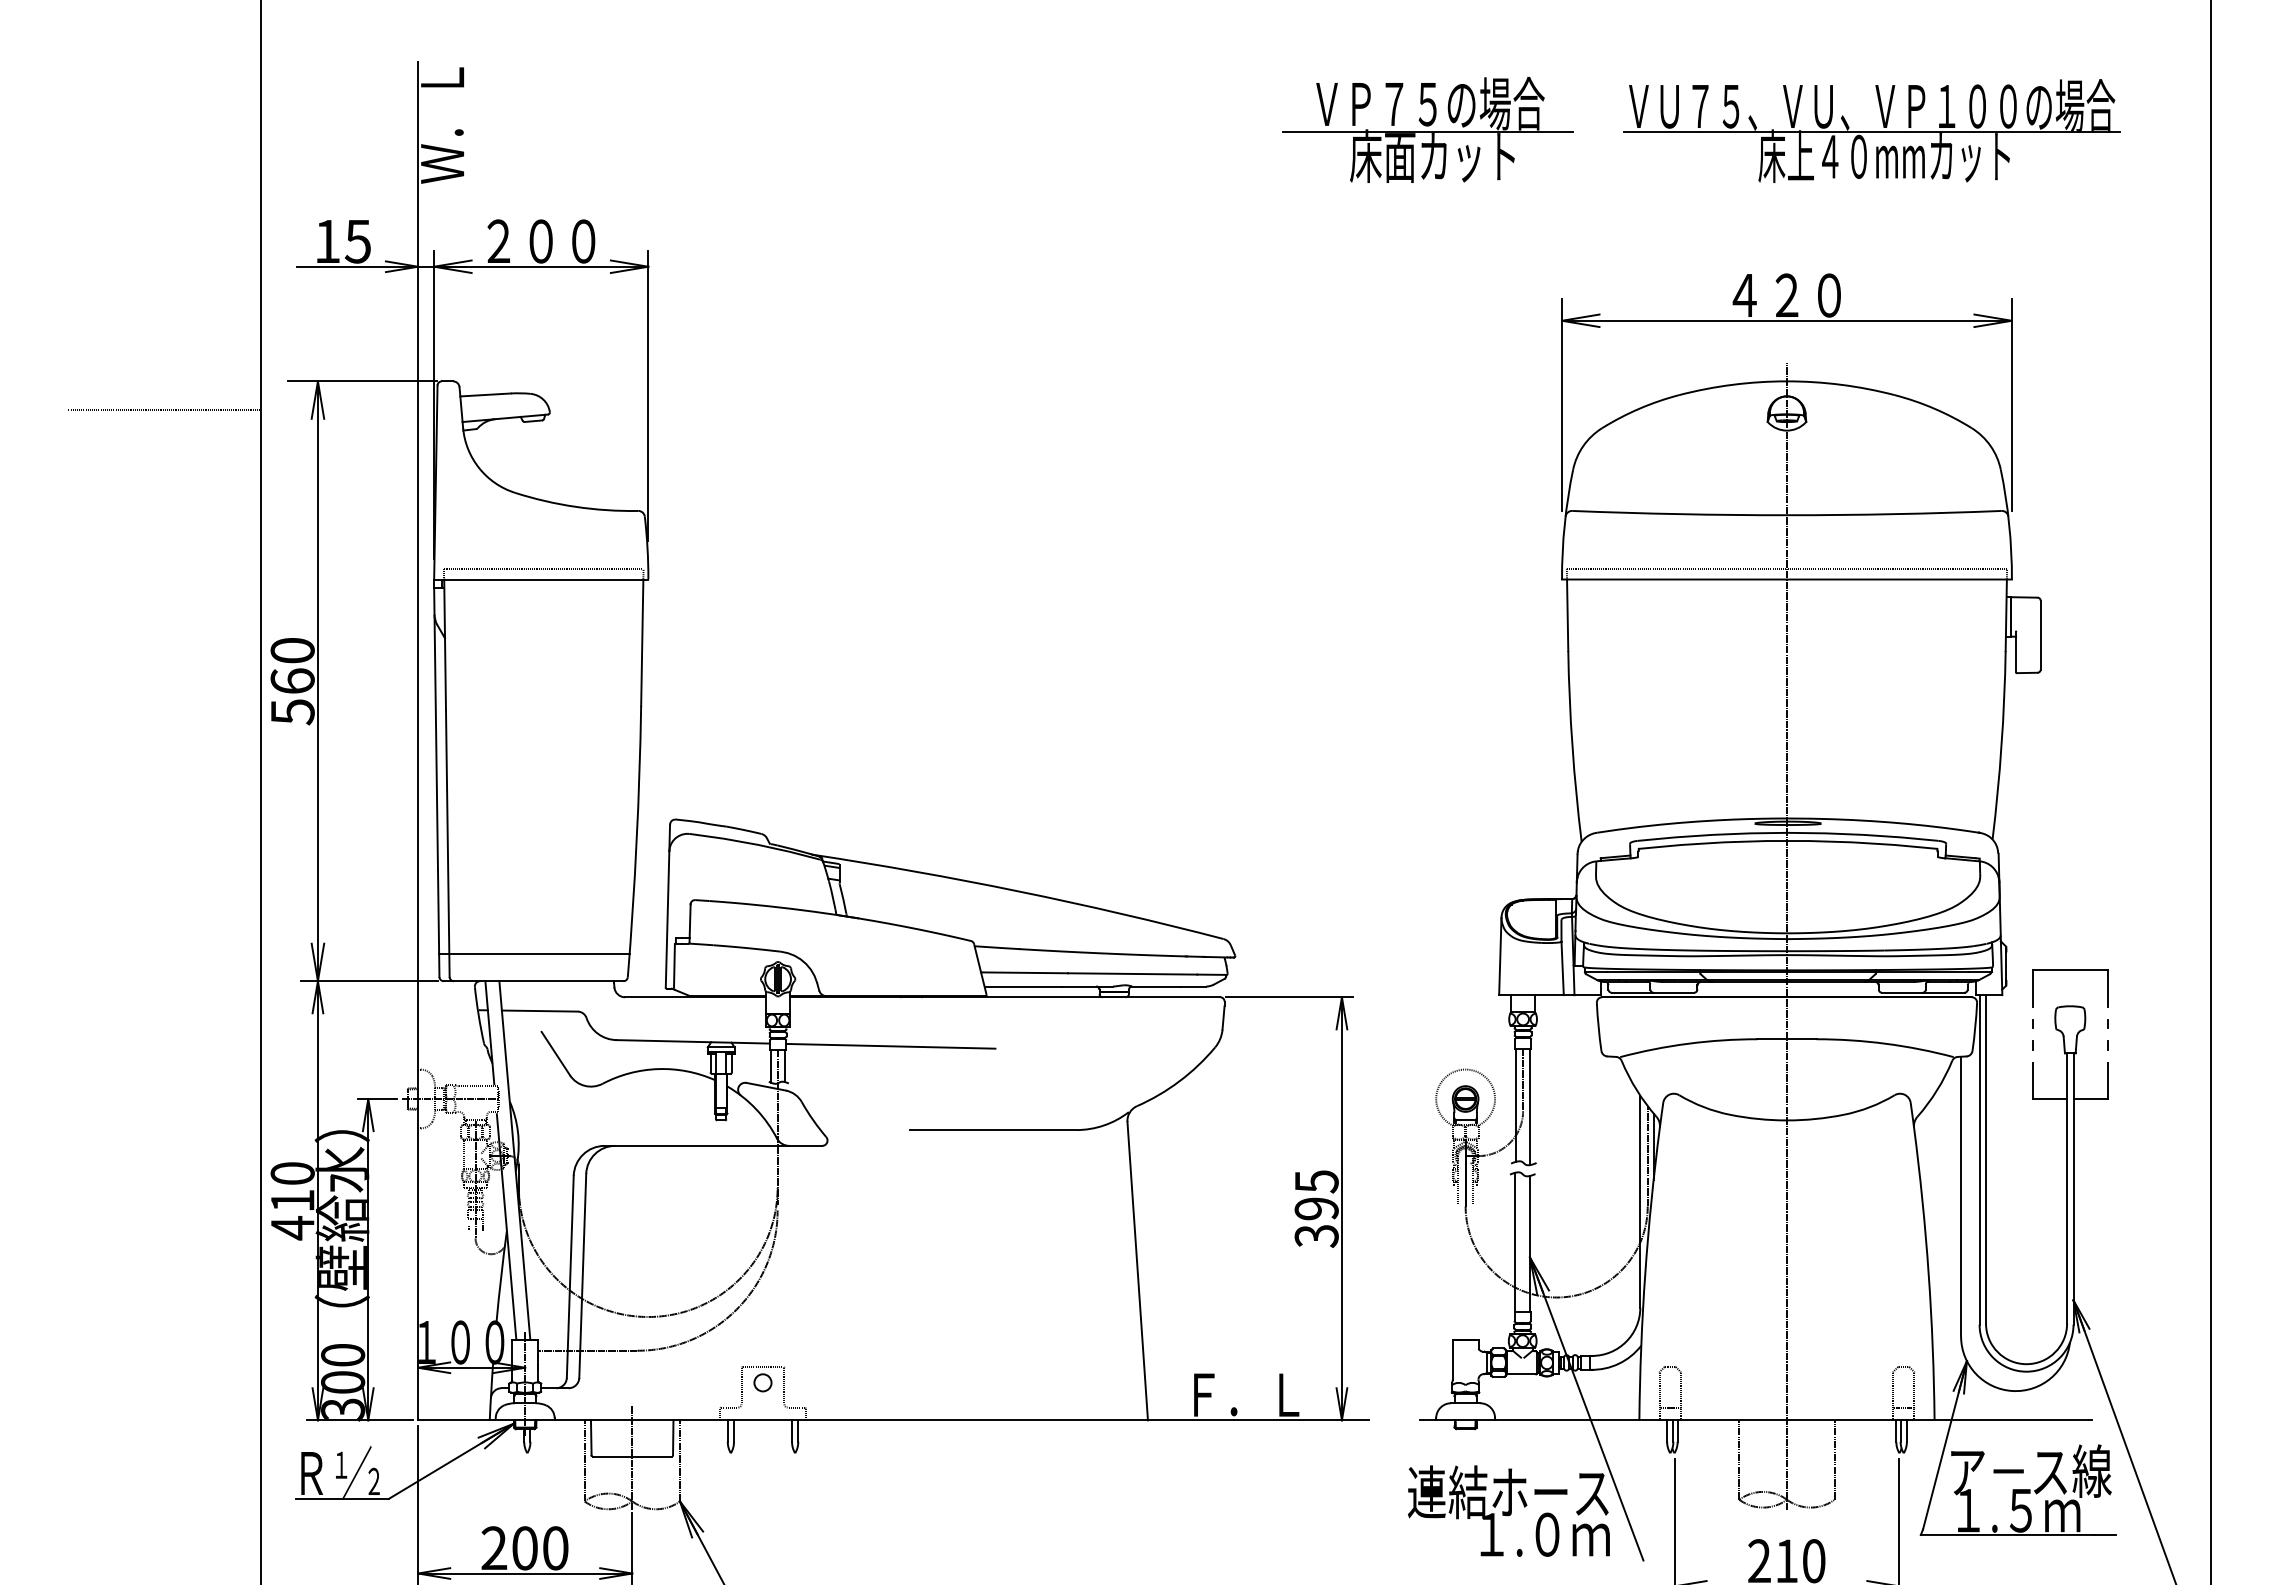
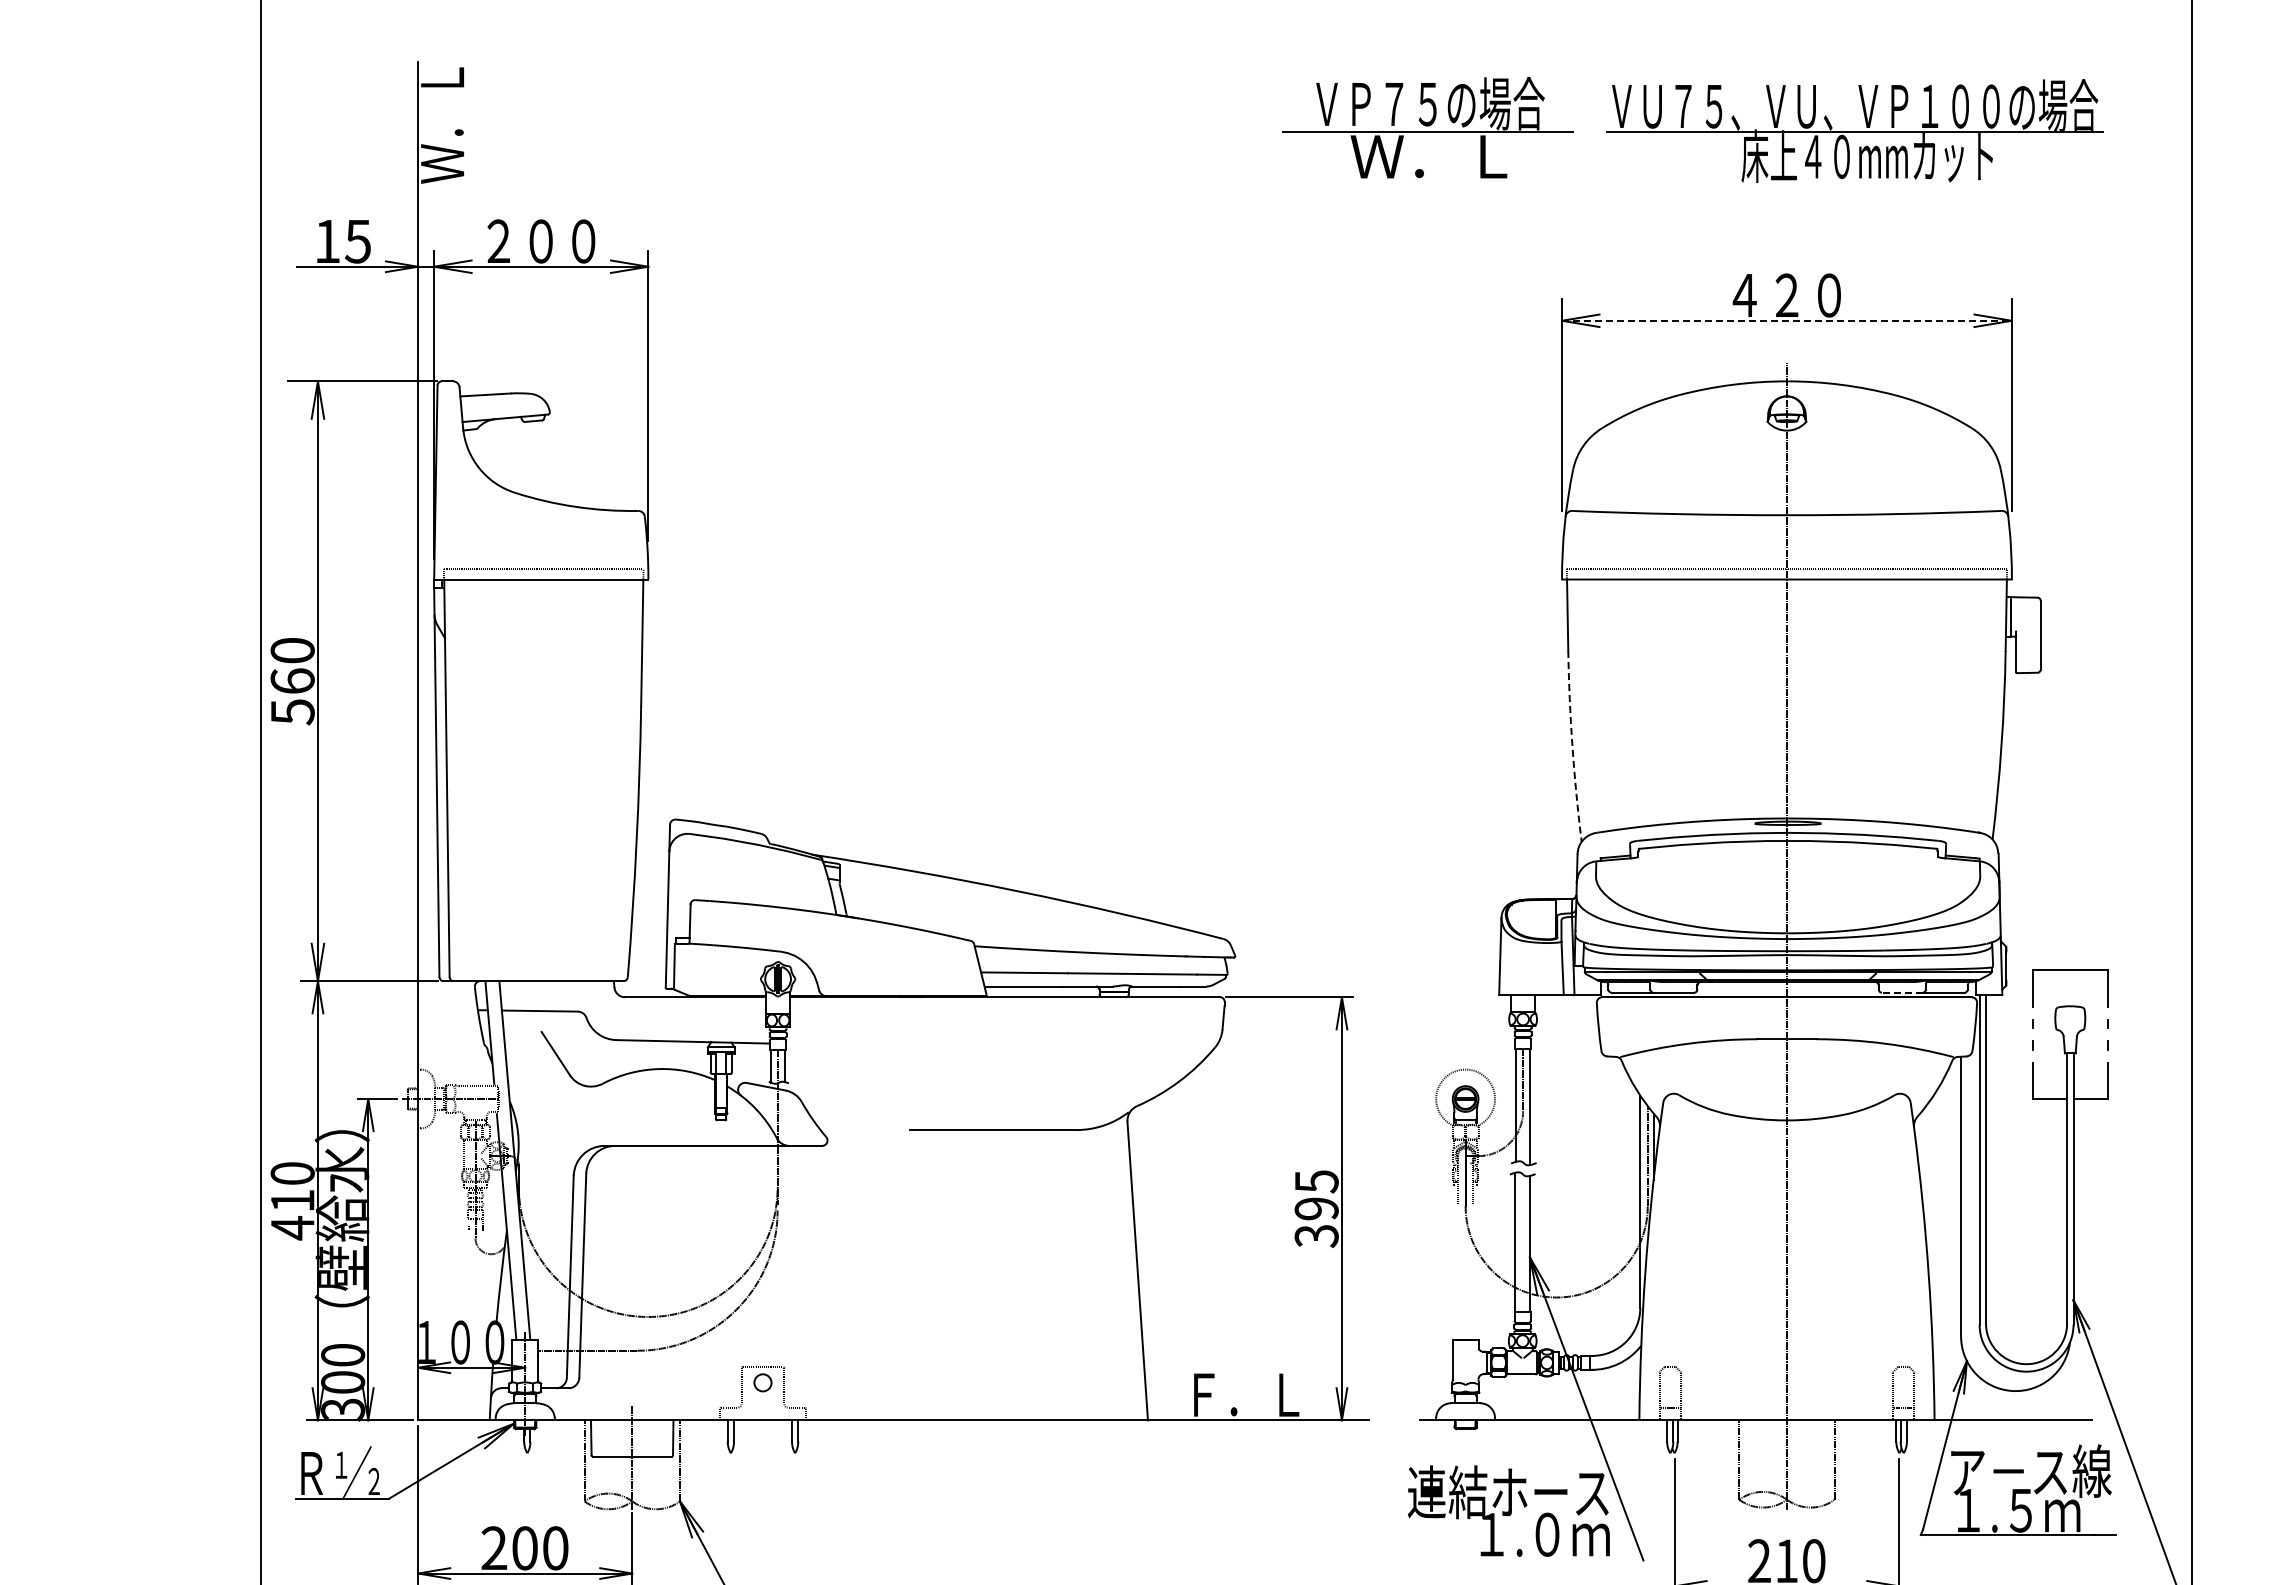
part at (1871, 130) position: (1871, 130) -> (1854, 130)
text at (1432, 155): 床面カット -> Ｗ．Ｌ
line at (1786, 320): solid -> dashed
line at (164, 410): present -> none
arc at (1572, 746): solid -> dashed
line at (2210, 791) position: (2210, 791) -> (2191, 791)
line at (534, 954): present -> none
line at (1901, 992): solid -> dashed
line at (890, 1045): present -> none
